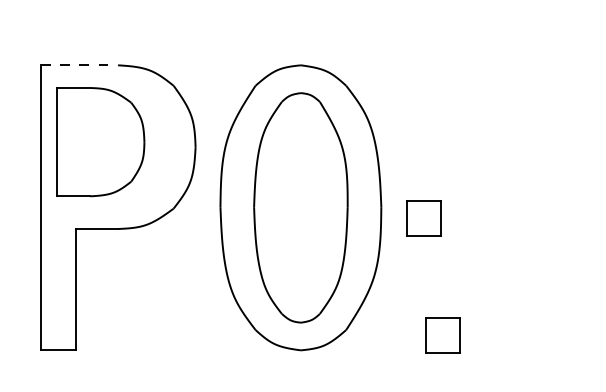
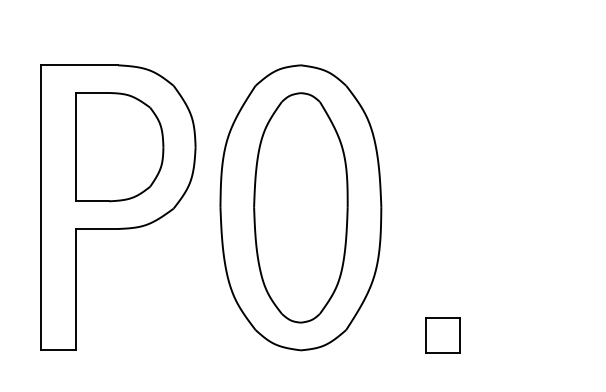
line at (79, 65): dashed -> solid
part at (100, 142) position: (100, 142) -> (119, 147)
part at (423, 218): present -> none
